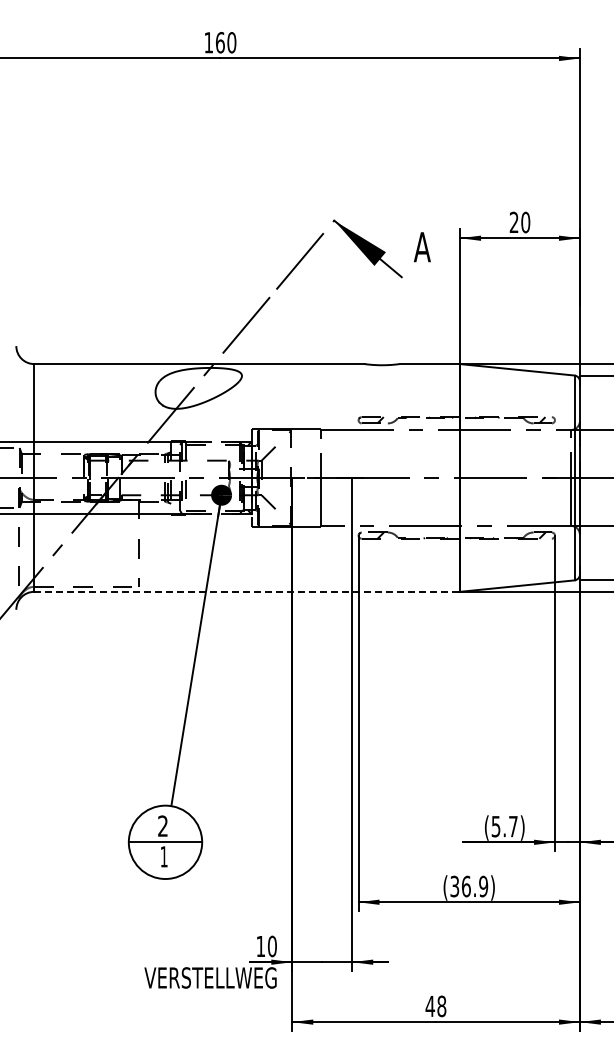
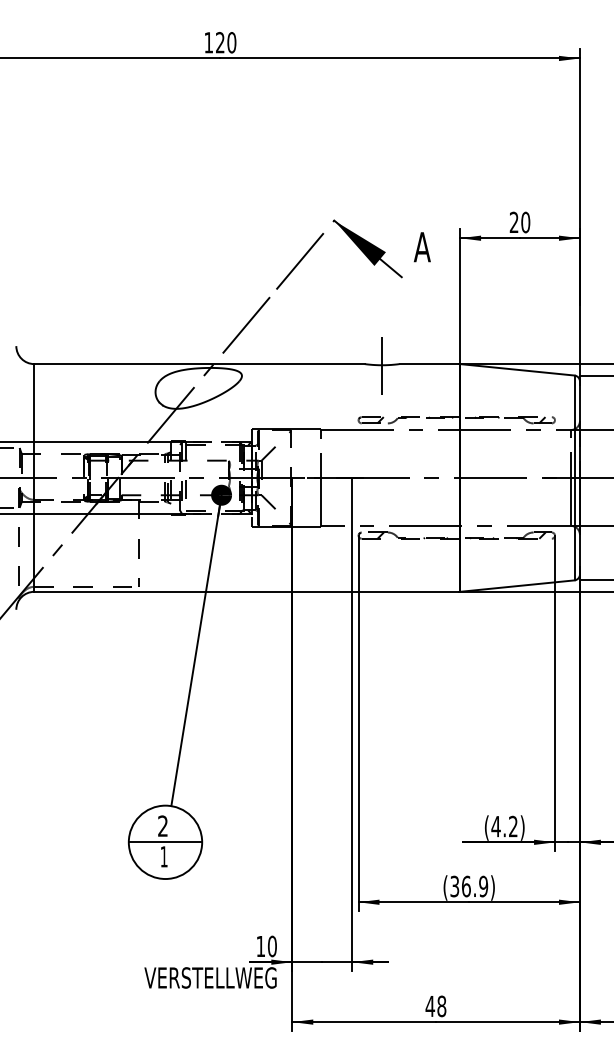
text at (220, 42): 160 -> 120
line at (382, 365): none -> present
line at (247, 591): dashed -> solid
text at (504, 826): (5.7) -> (4.2)
